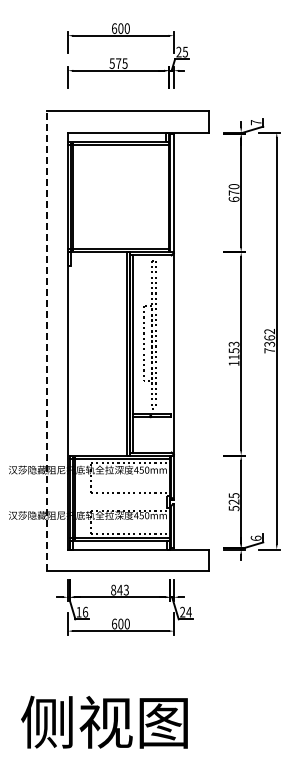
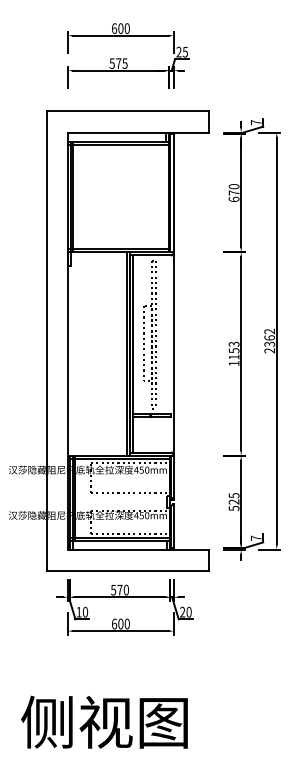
line at (46, 341): dashed -> solid
text at (269, 350): 7362 -> 2362
text at (255, 537): 6 -> 7
text at (119, 589): 843 -> 570
text at (85, 611): 16 -> 10
text at (188, 611): 24 -> 20
